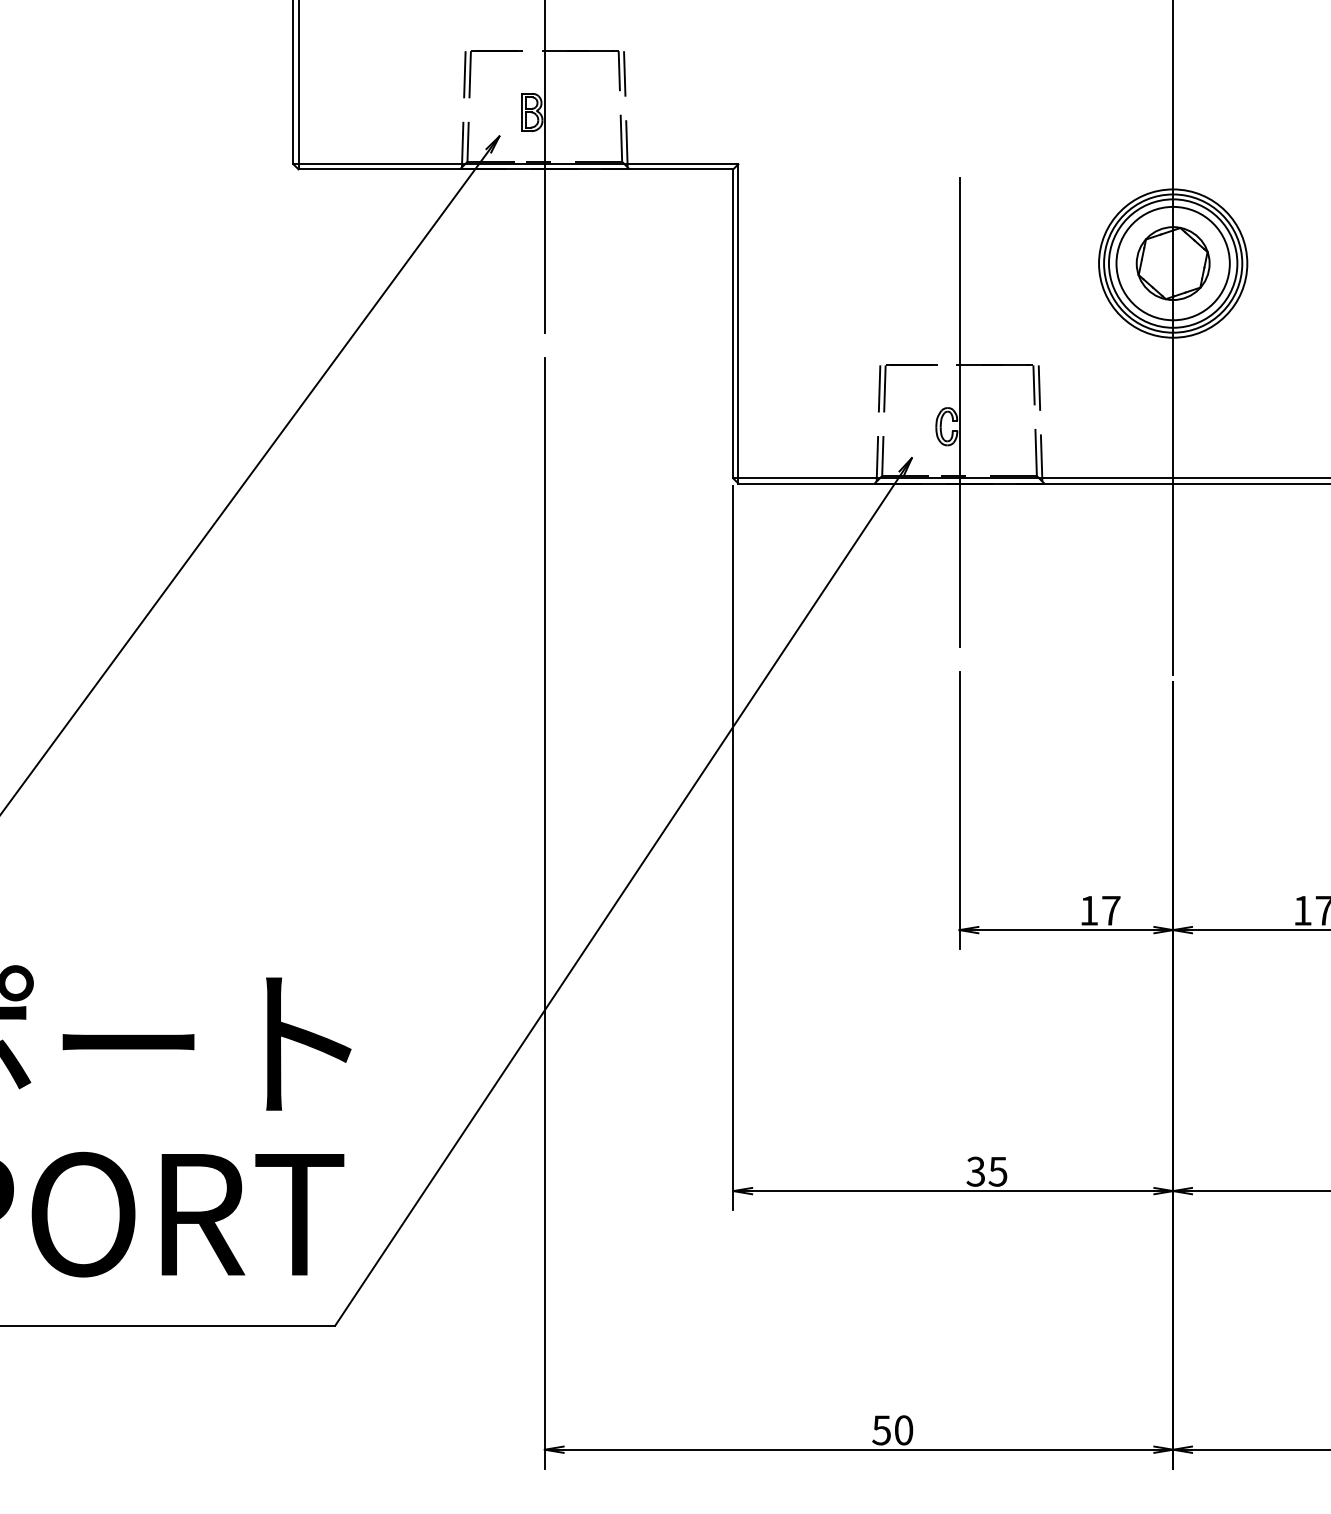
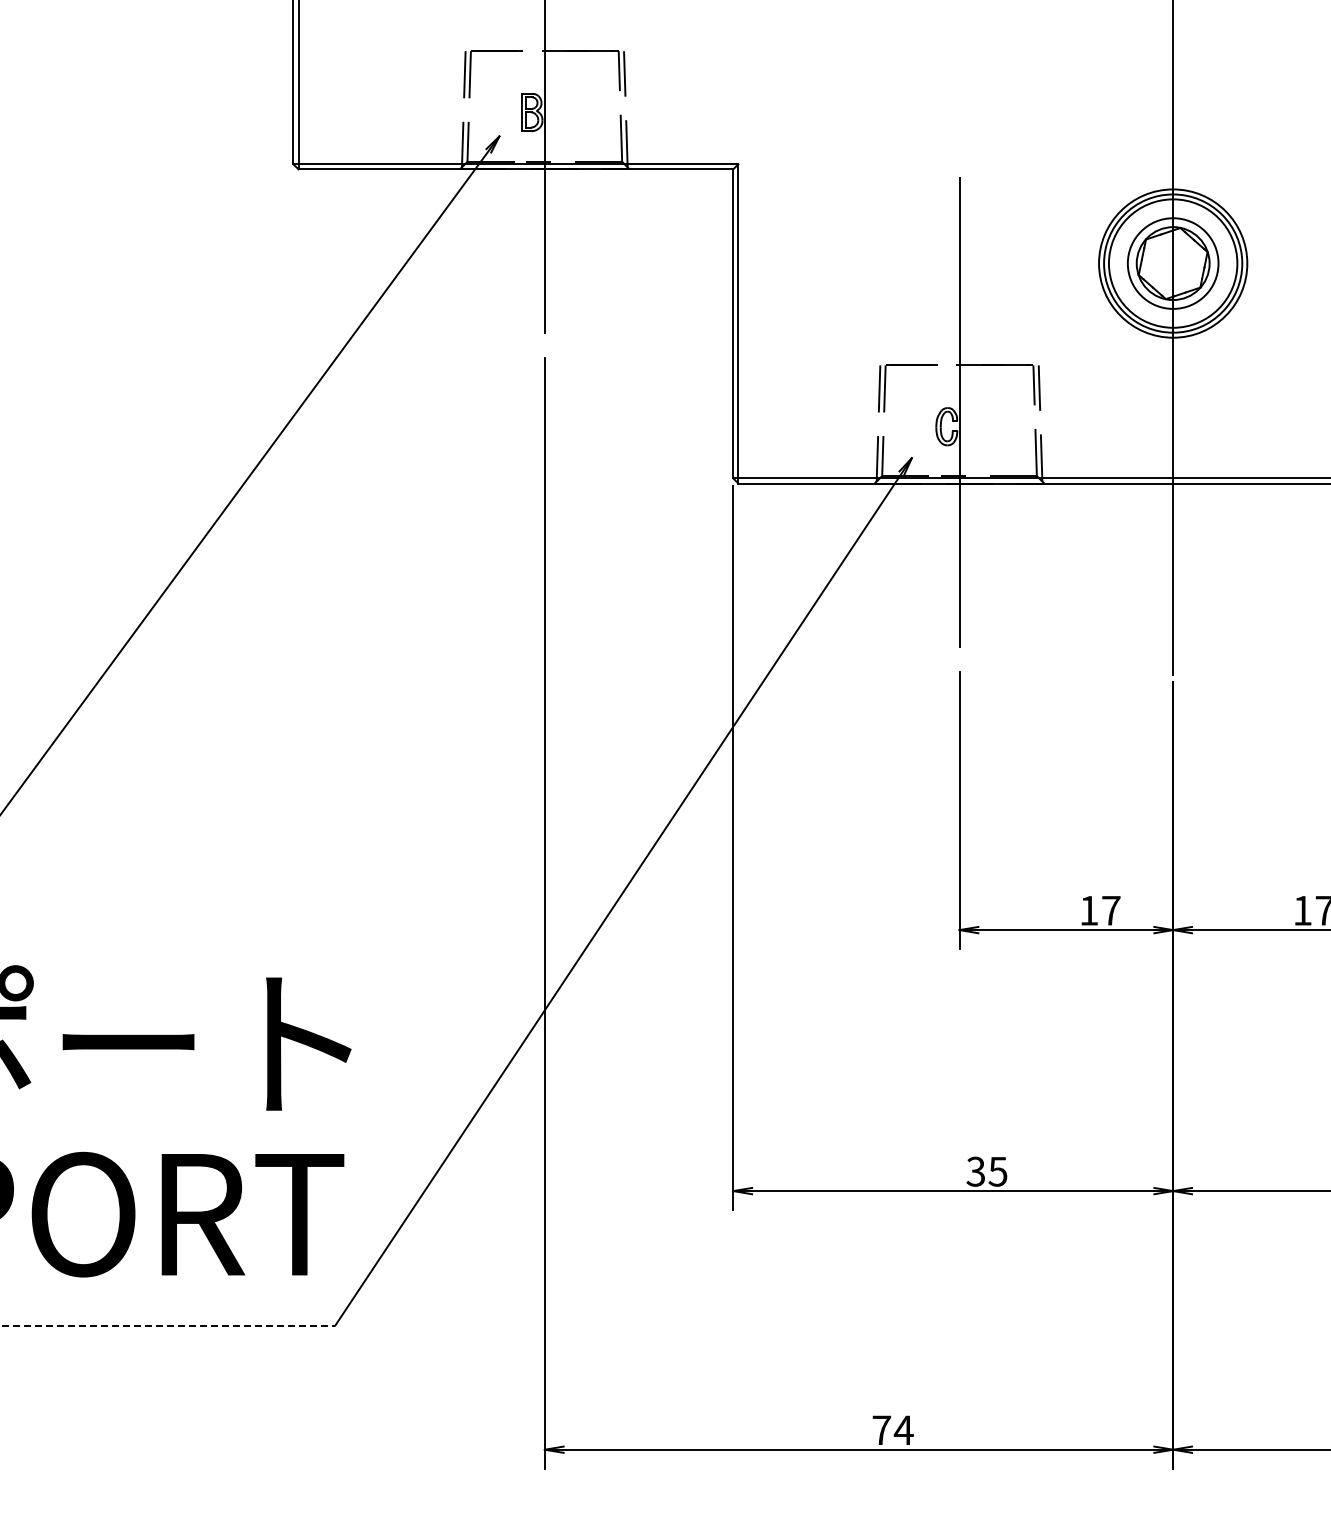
circle at (1172, 263) diameter: 113 px -> 91 px
line at (168, 1325): solid -> dashed
text at (892, 1430): 50 -> 74
